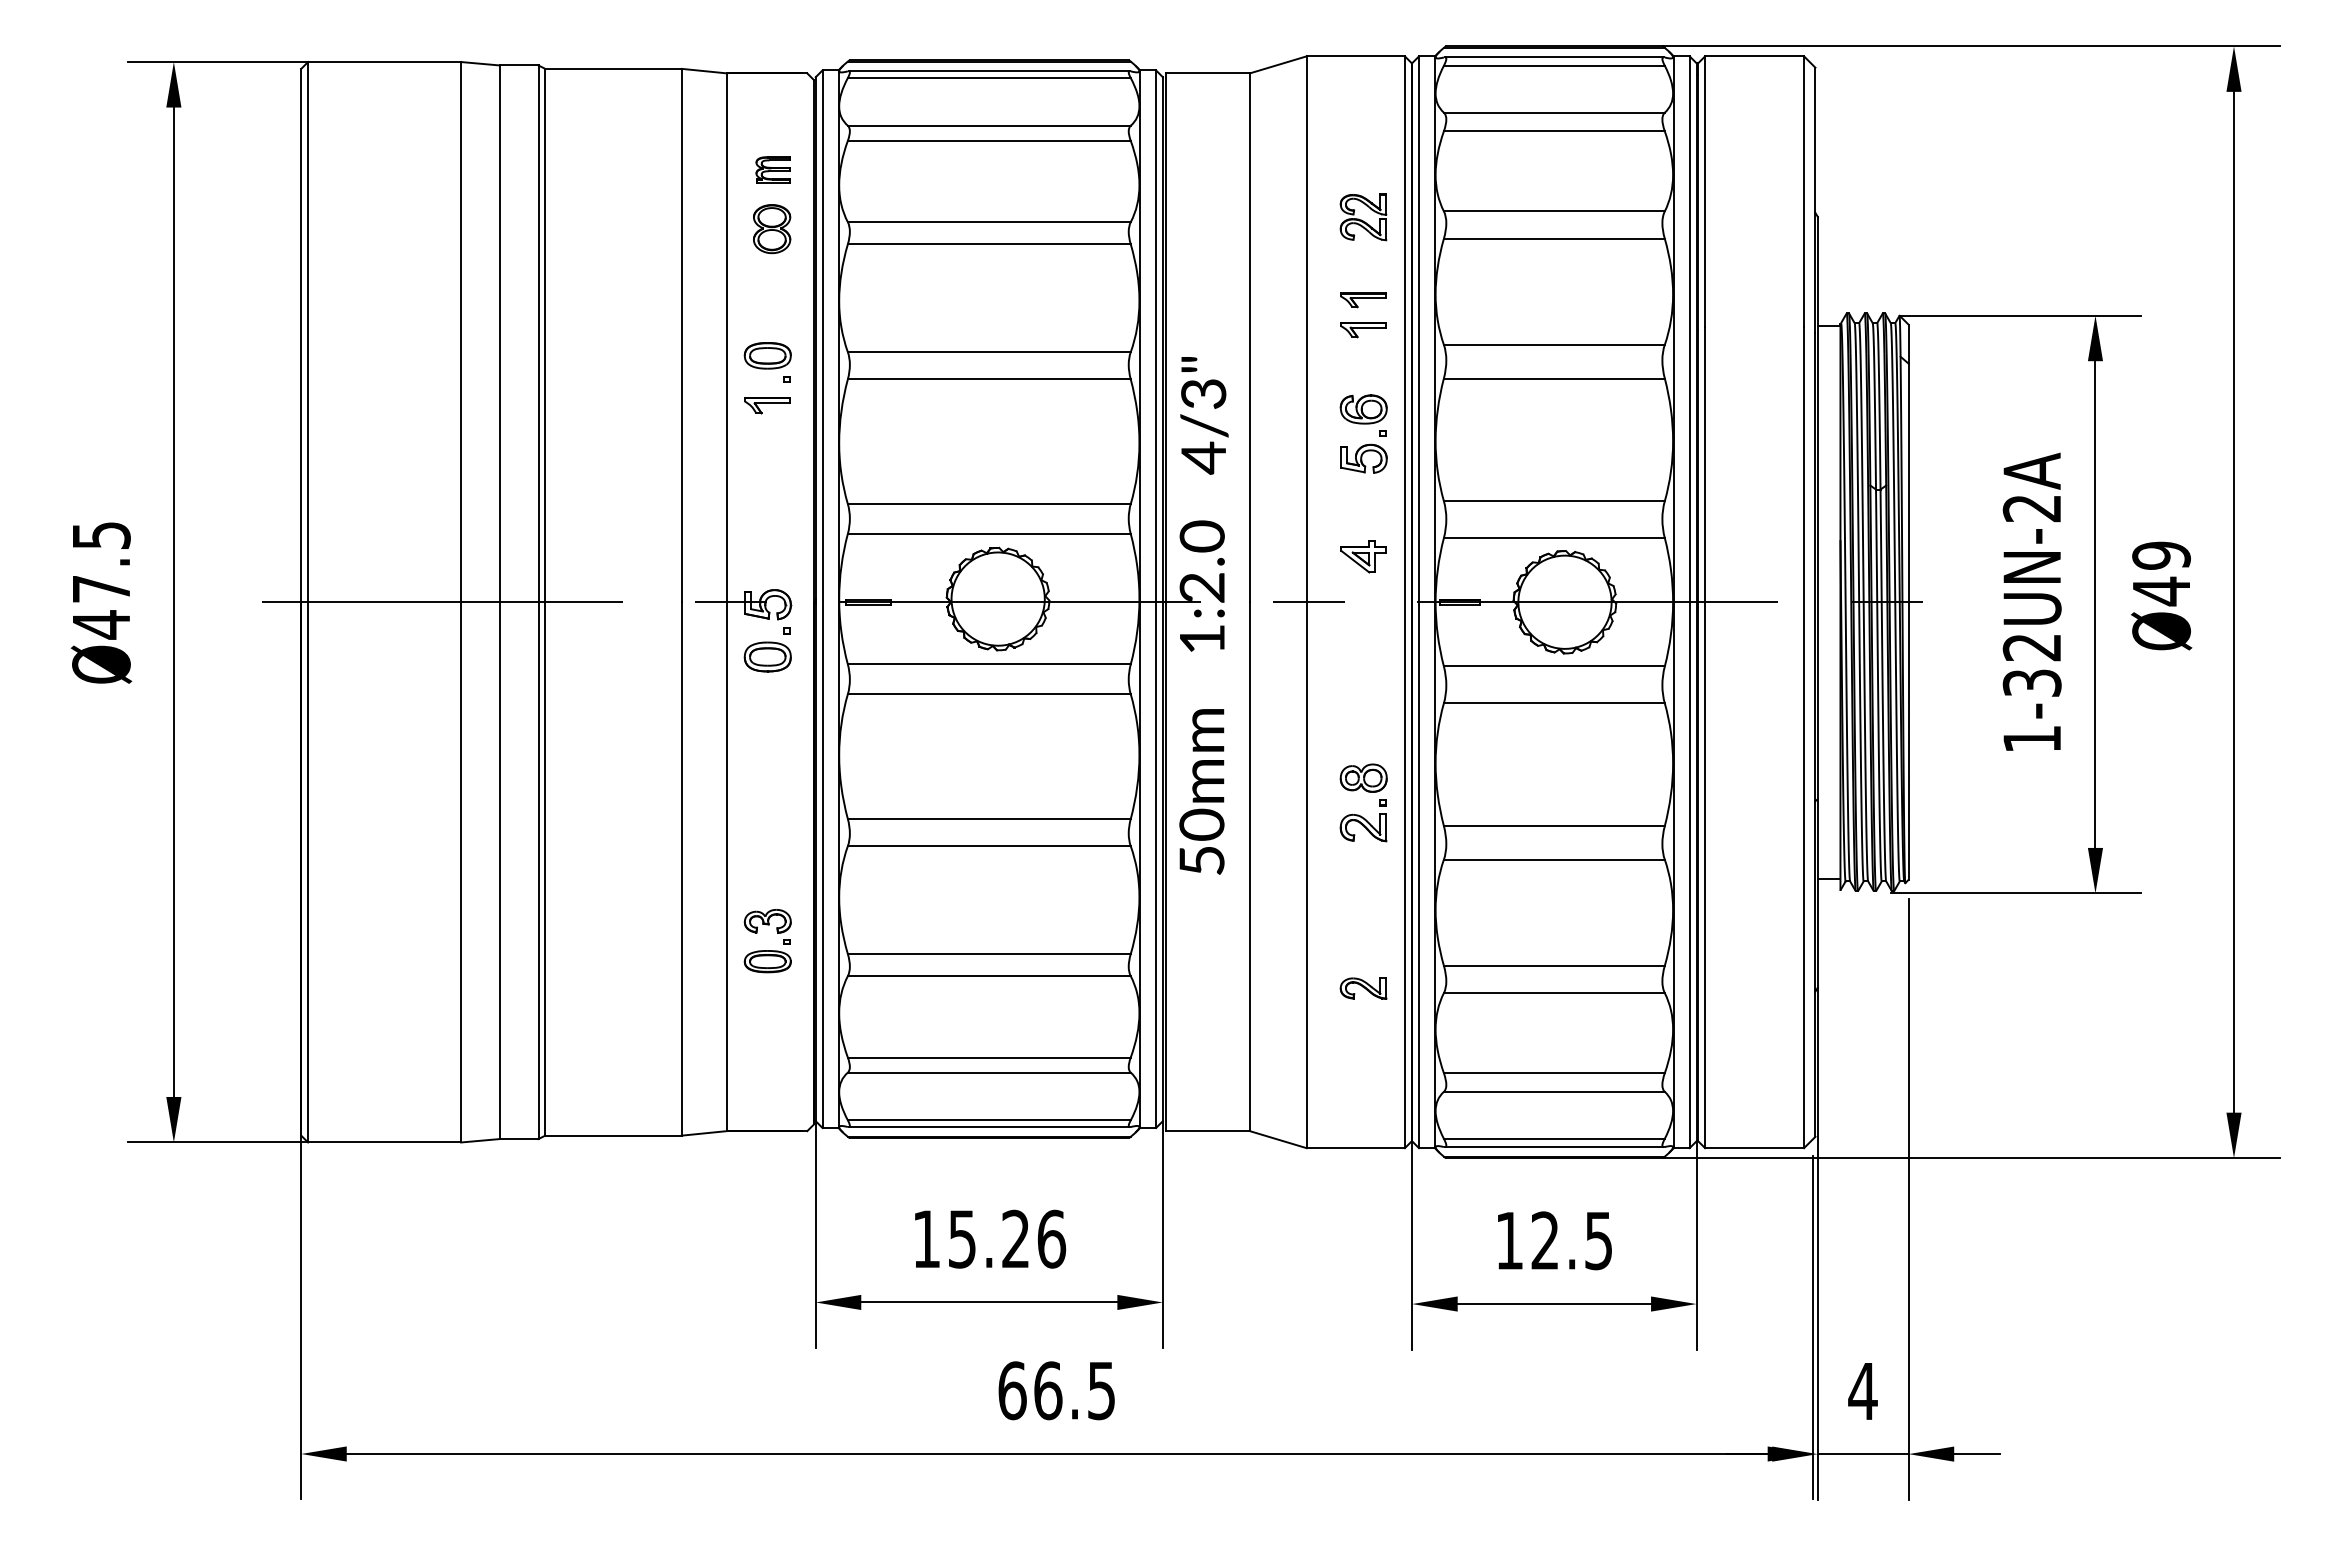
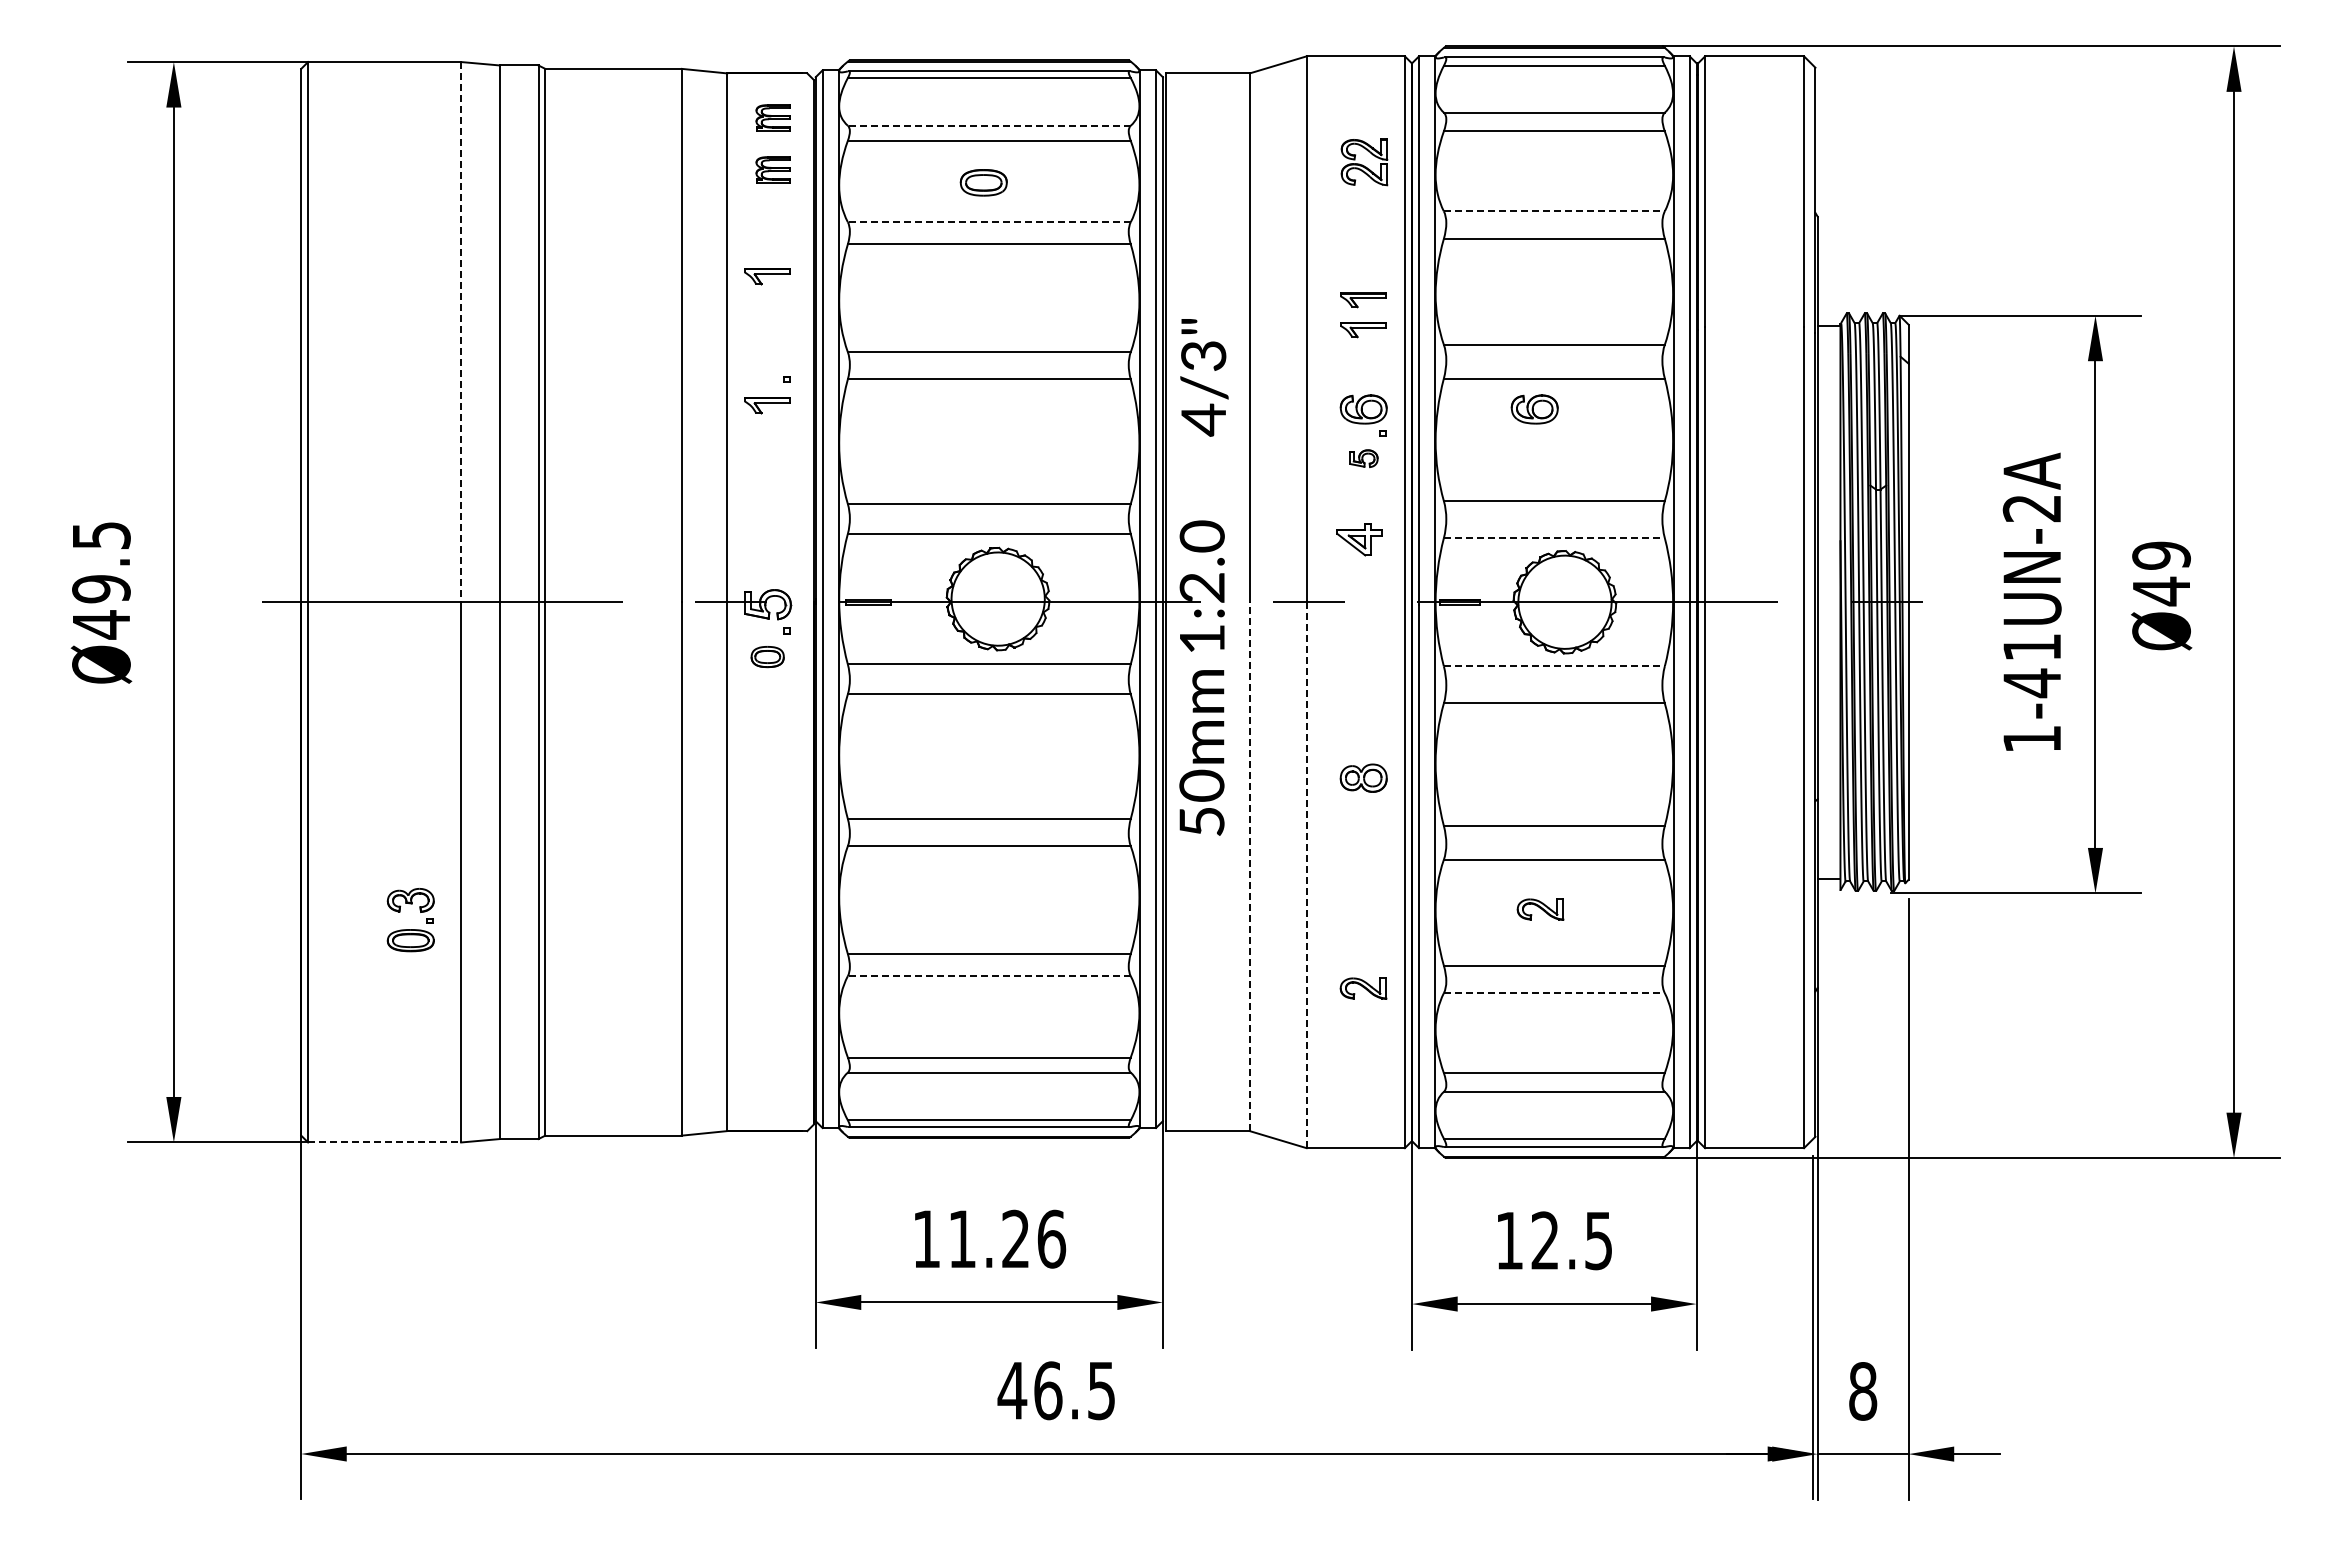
part at (772, 117): none -> present
line at (988, 125): solid -> dashed
line at (1554, 211): solid -> dashed
part at (1363, 217) position: (1363, 217) -> (1364, 162)
line at (988, 222): solid -> dashed
part at (772, 229): present -> none
part at (767, 276): none -> present
line at (461, 332): solid -> dashed
part at (767, 355) position: (767, 355) -> (983, 182)
part at (1534, 409): none -> present
text at (1204, 415) position: (1204, 415) -> (1204, 377)
part at (1363, 458) size: 48x31 px -> 30x20 px
line at (1554, 538): solid -> dashed
part at (1363, 556) position: (1363, 556) -> (1359, 539)
text at (101, 589): 47.5 -> 49.5
part at (767, 656) size: 49x32 px -> 35x23 px
line at (1554, 666): solid -> dashed
text at (2031, 666): 1-32UN-2A -> 1-41UN-2A
text at (1201, 791) position: (1201, 791) -> (1201, 752)
part at (1363, 820): present -> none
line at (1249, 866): solid -> dashed
line at (1306, 875): solid -> dashed
part at (1540, 909): none -> present
part at (767, 950) position: (767, 950) -> (410, 929)
line at (988, 976): solid -> dashed
line at (1554, 993): solid -> dashed
line at (384, 1142): solid -> dashed
text at (962, 1239): 15.26 -> 11.26
text at (1012, 1390): 66.5 -> 46.5
text at (1862, 1391): 4 -> 8
